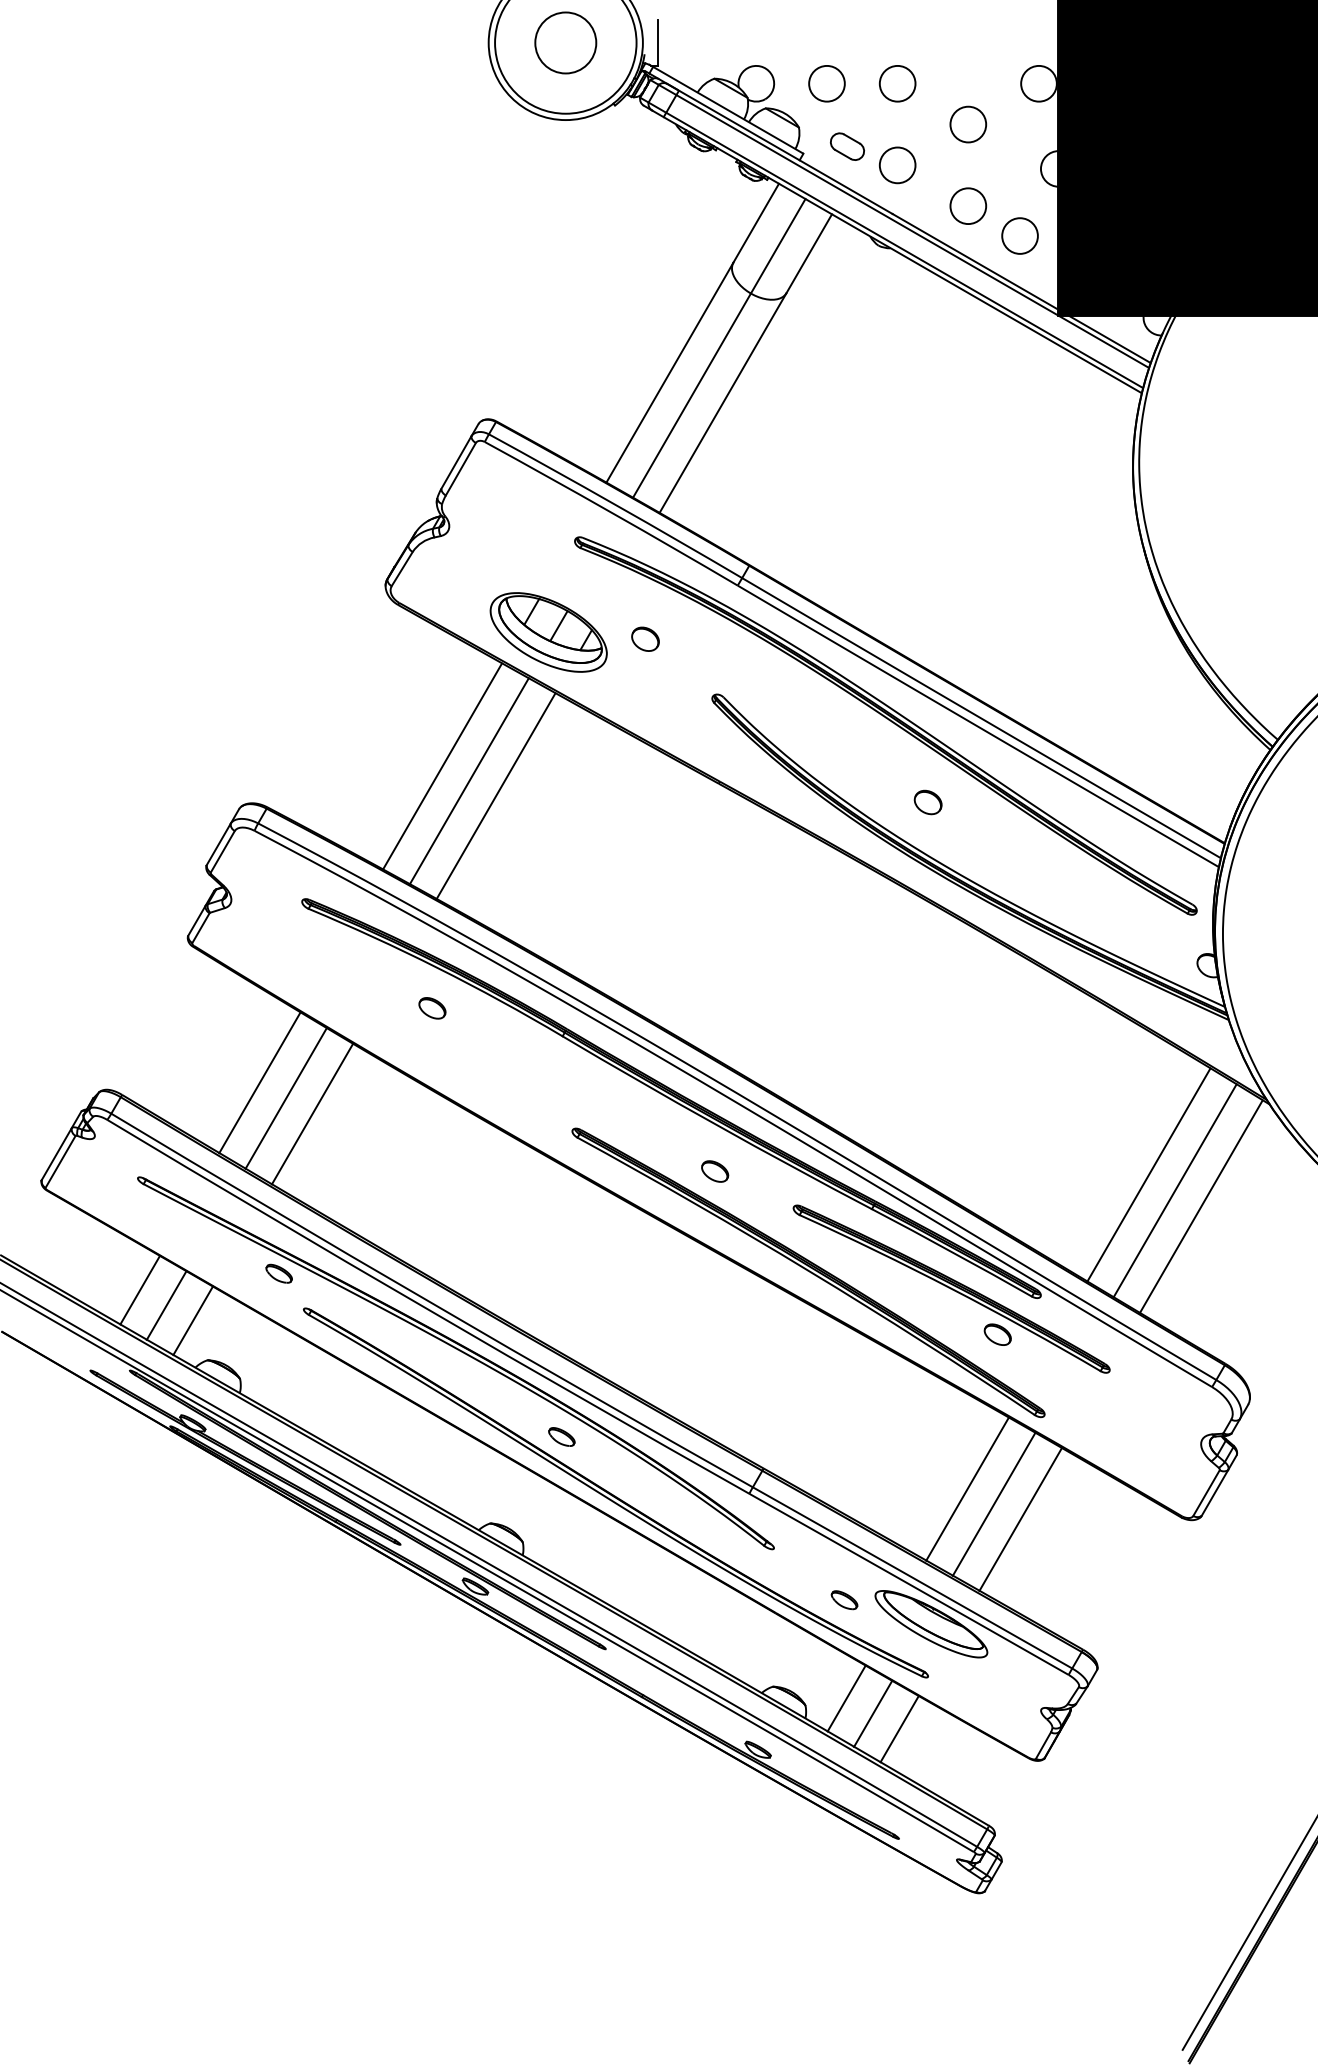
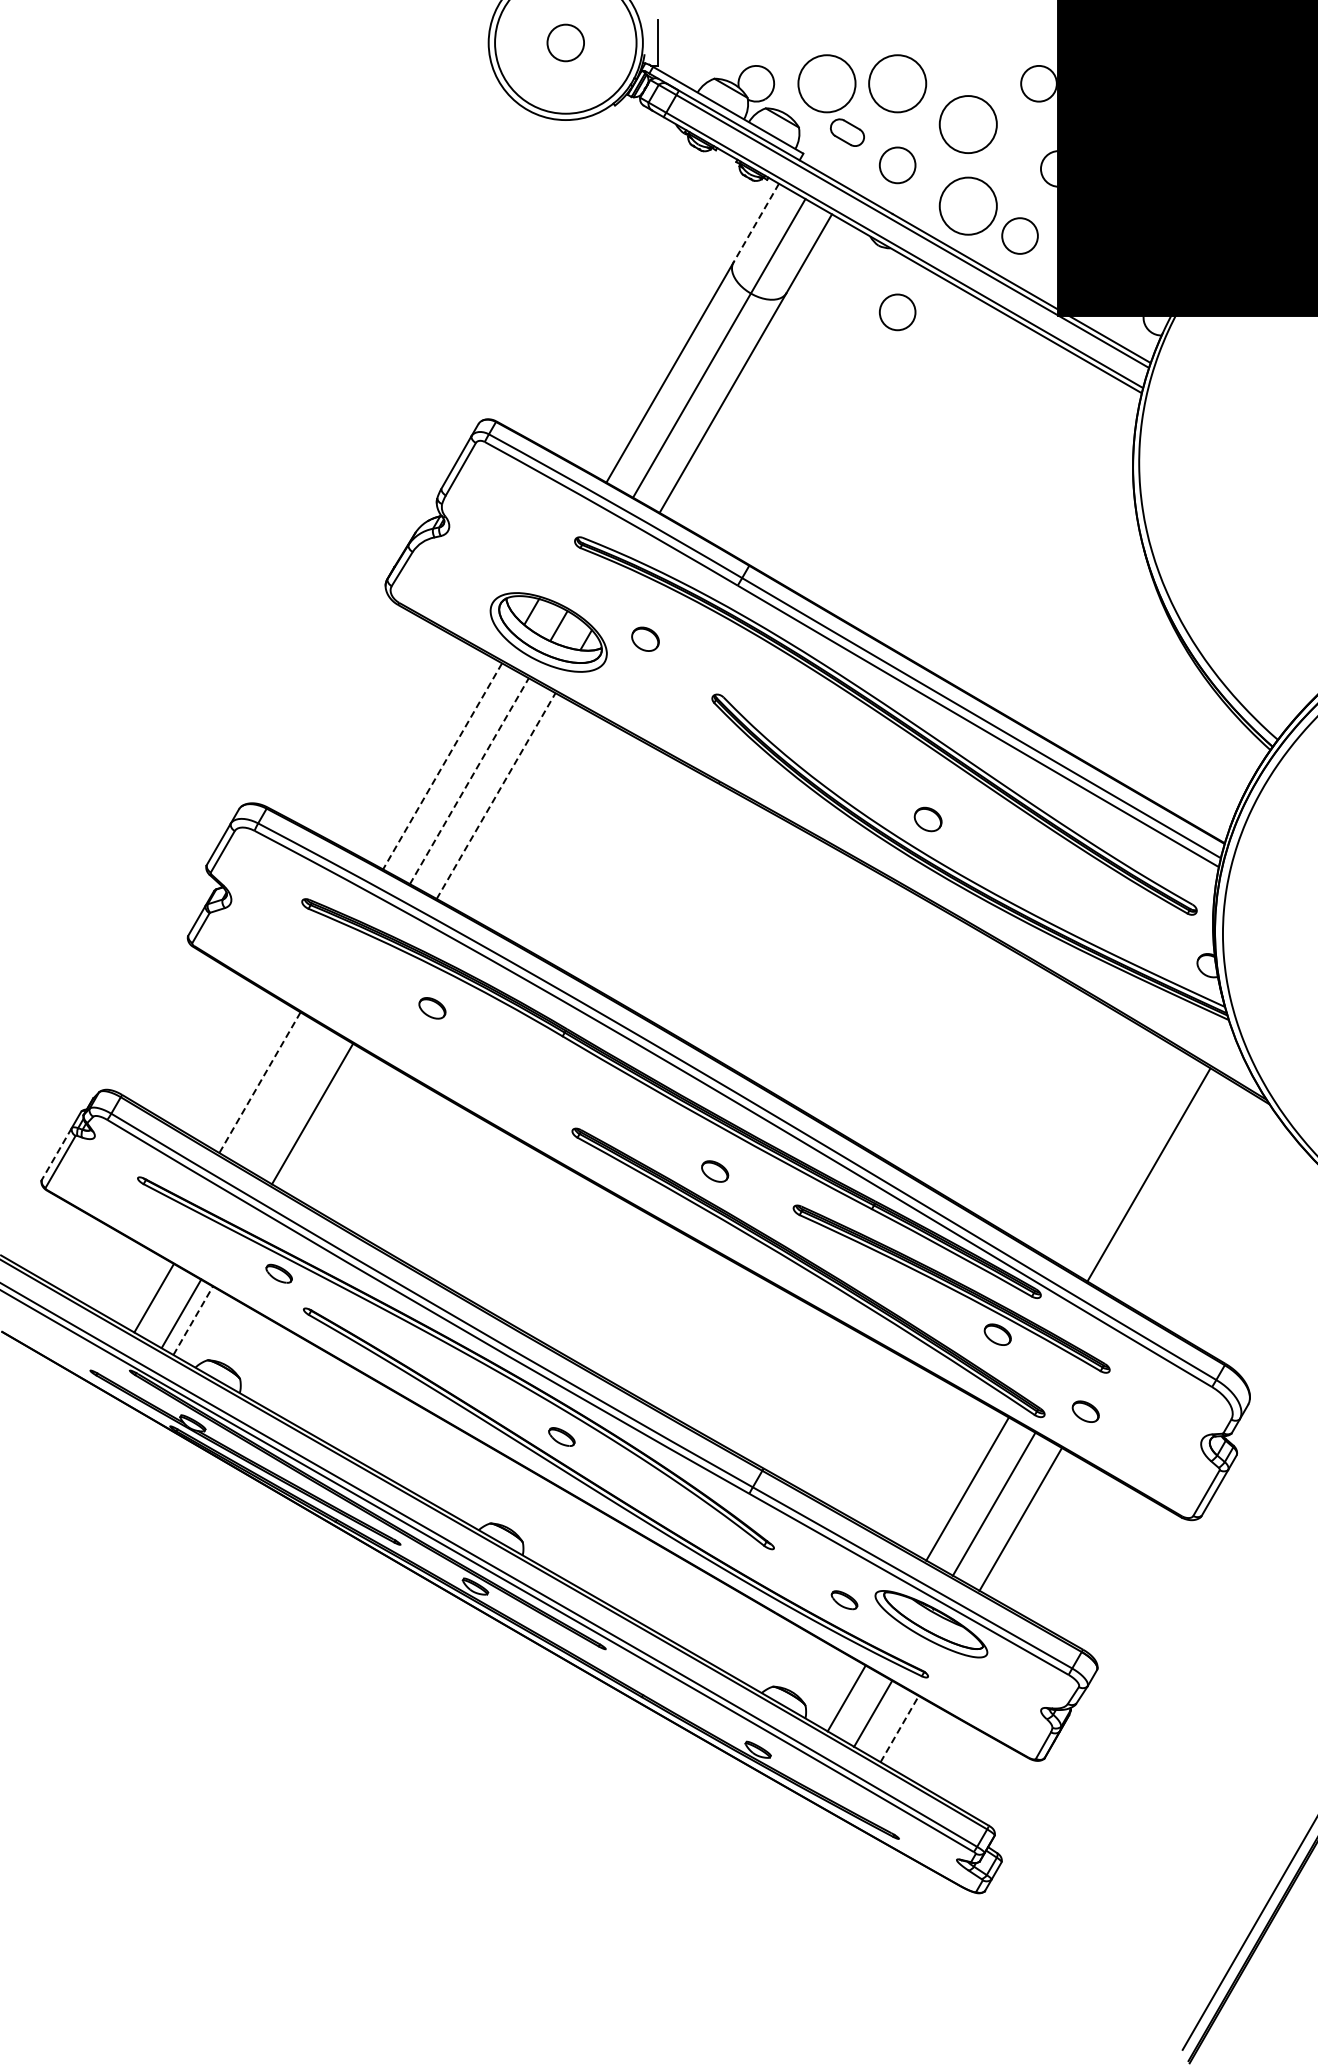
circle at (565, 42) diameter: 61 px -> 37 px
circle at (826, 83) diameter: 36 px -> 57 px
circle at (897, 83) diameter: 36 px -> 57 px
circle at (968, 124) diameter: 36 px -> 57 px
part at (847, 146) position: (847, 146) -> (847, 132)
circle at (968, 206) diameter: 36 px -> 57 px
line at (756, 223): solid -> dashed
circle at (897, 312): none -> present
line at (442, 766): solid -> dashed
line at (469, 781): solid -> dashed
line at (496, 796): solid -> dashed
part at (927, 802) position: (927, 802) -> (927, 819)
line at (259, 1083): solid -> dashed
line at (285, 1098): present -> none
line at (56, 1154): solid -> dashed
line at (1174, 1190): present -> none
line at (1200, 1206): present -> none
line at (139, 1289) position: (139, 1289) -> (153, 1297)
line at (166, 1305) position: (166, 1305) -> (181, 1313)
line at (193, 1320): solid -> dashed
part at (1085, 1411): none -> present
line at (899, 1728): solid -> dashed
